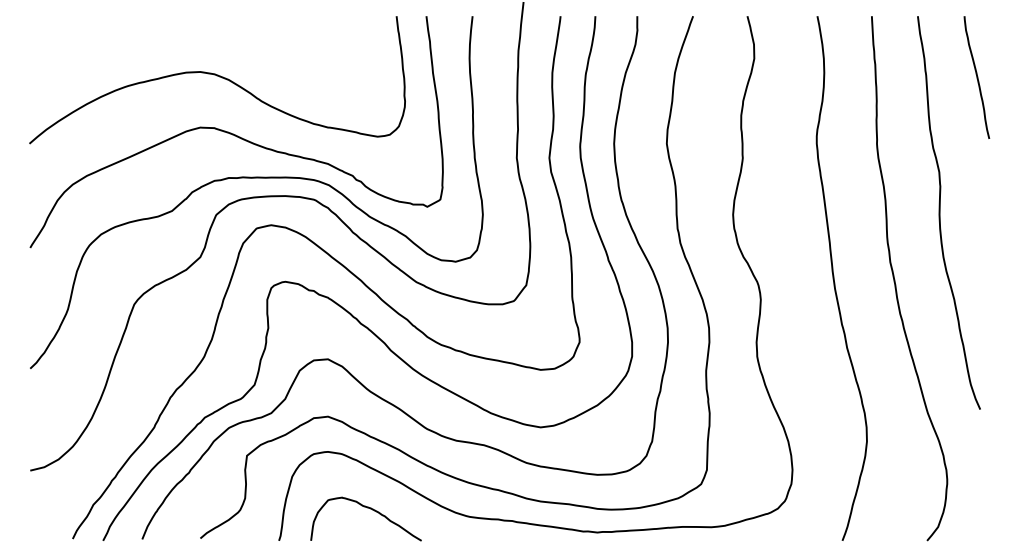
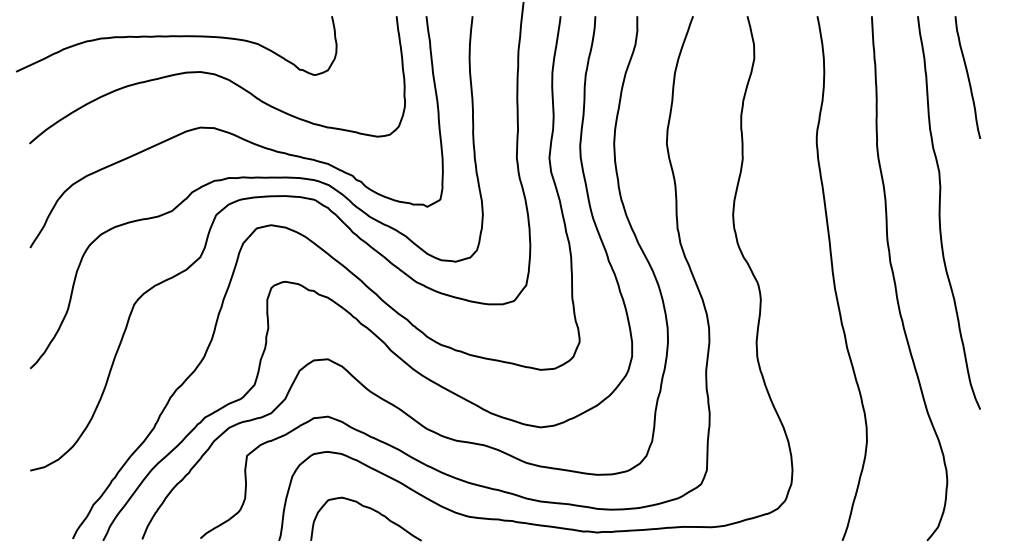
curve at (176, 37): none -> present
curve at (976, 77) position: (976, 77) -> (967, 77)
